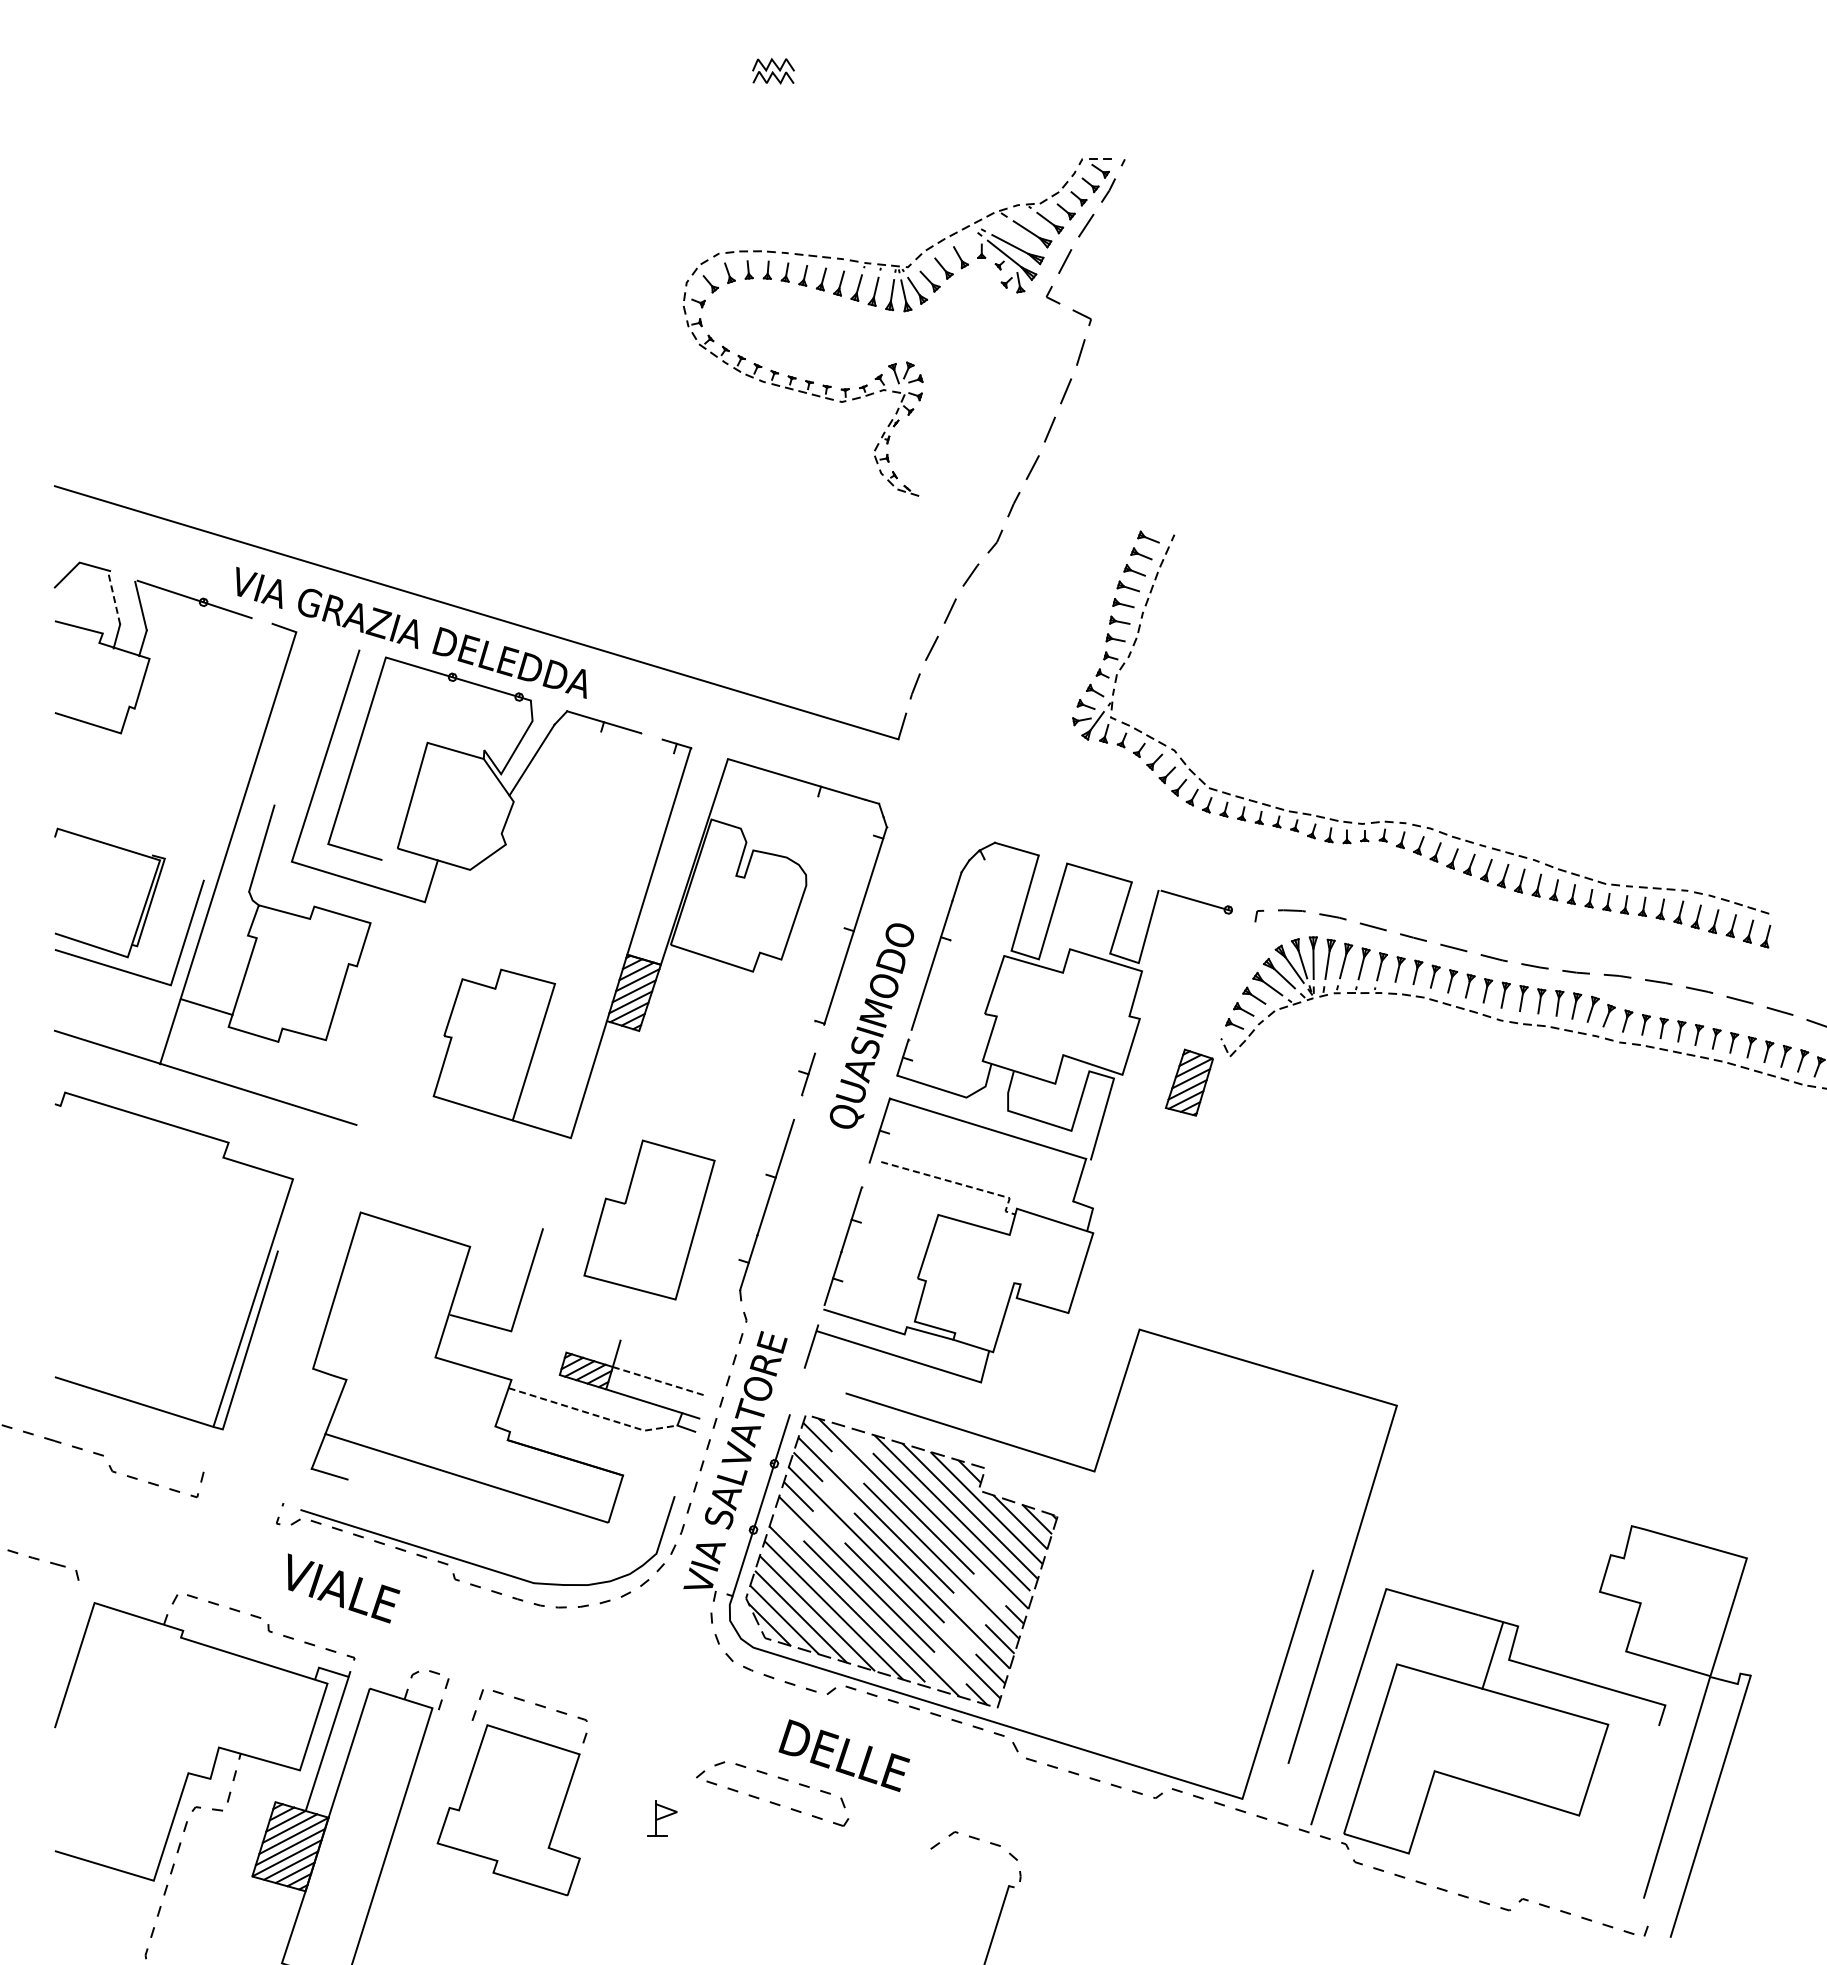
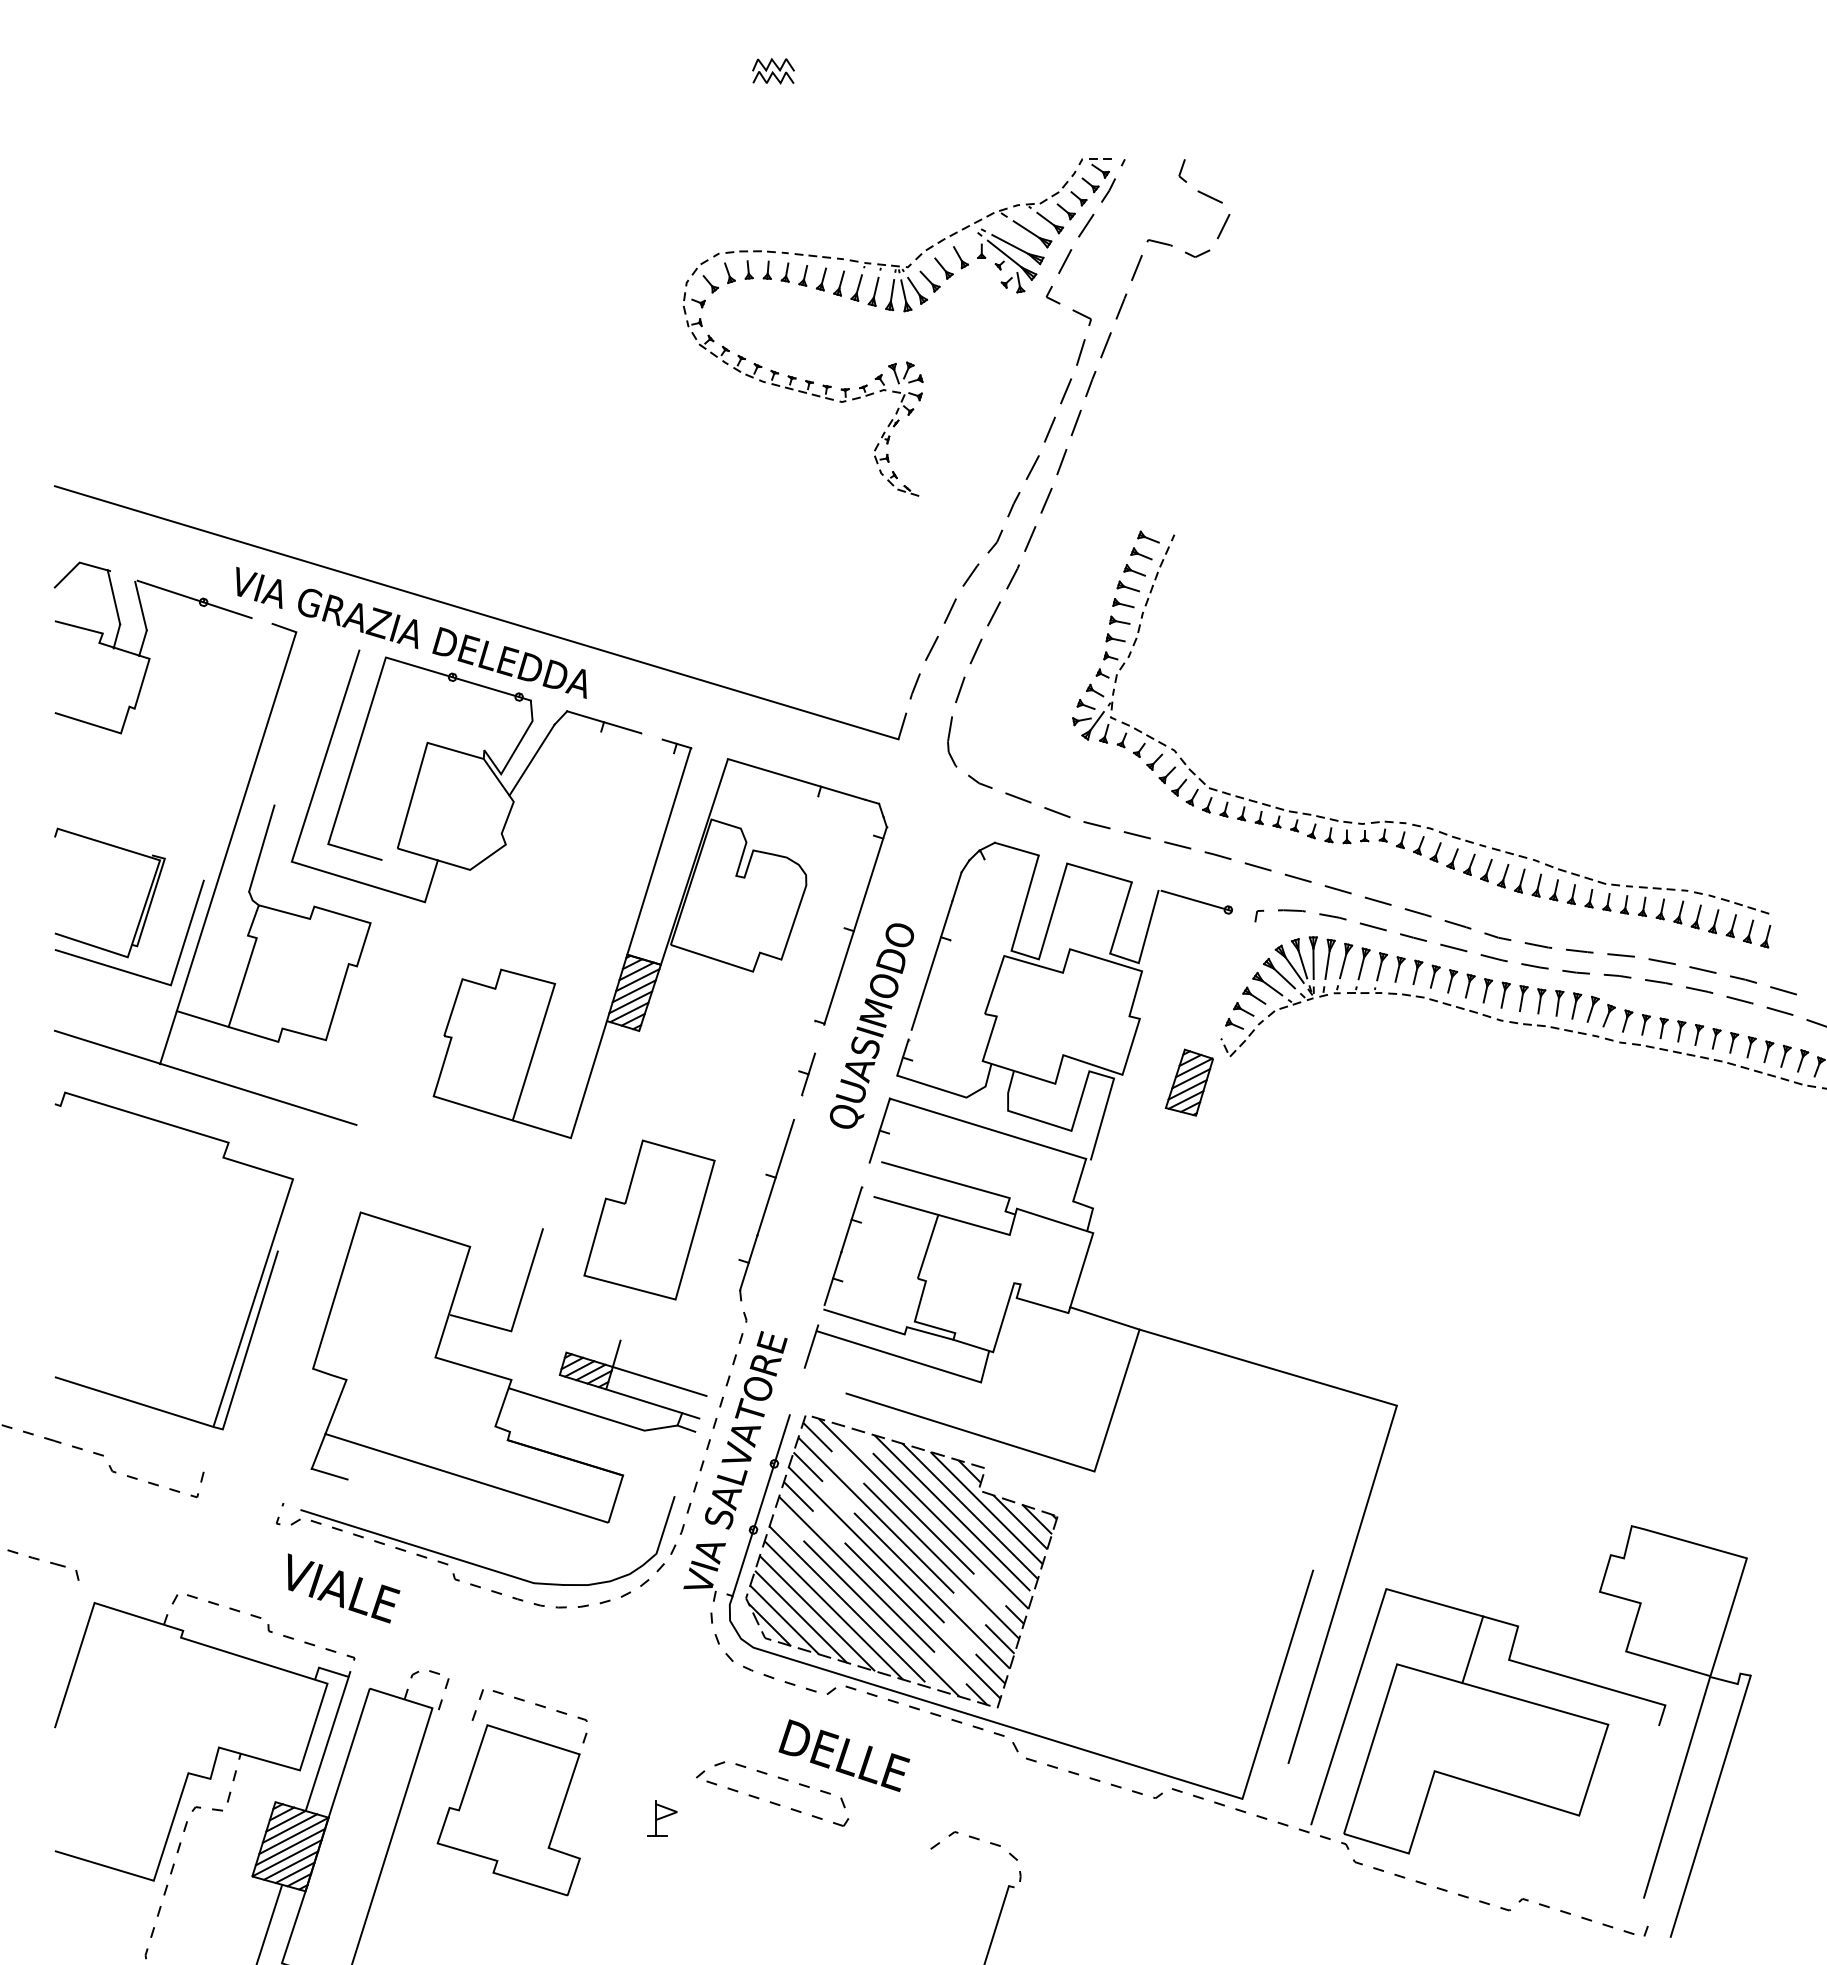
line at (113, 597): dashed -> solid
part at (1289, 874): none -> present
line at (206, 1007) position: (206, 1007) -> (202, 1019)
line at (958, 1183): dashed -> solid
line at (906, 1205): none -> present
line at (1104, 1318): none -> present
line at (660, 1381): dashed -> solid
line at (593, 1414): dashed -> solid
line at (1492, 1655) position: (1492, 1655) -> (1472, 1649)
line at (269, 1922): none -> present
